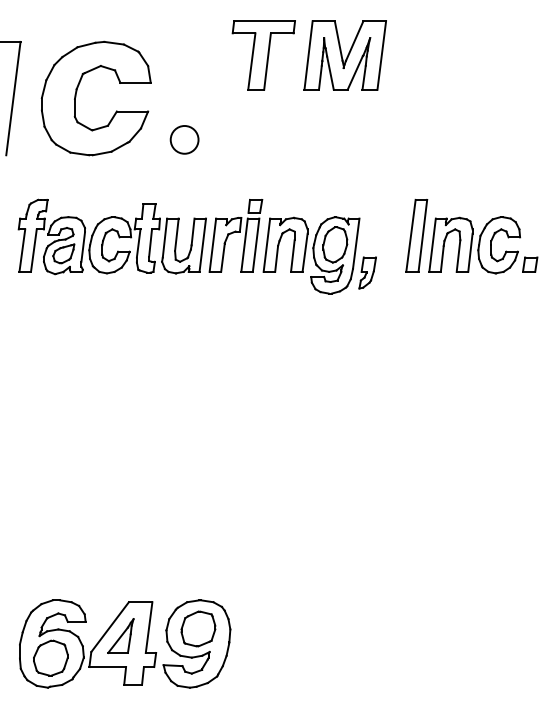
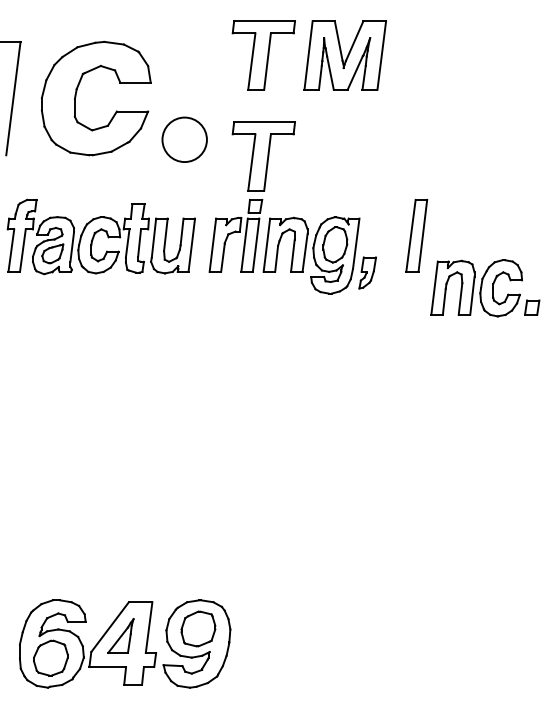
circle at (184, 139) size: 31x30 px -> 47x47 px
part at (263, 156): none -> present
part at (111, 236) position: (111, 236) -> (100, 236)
part at (483, 245) position: (483, 245) -> (485, 288)
